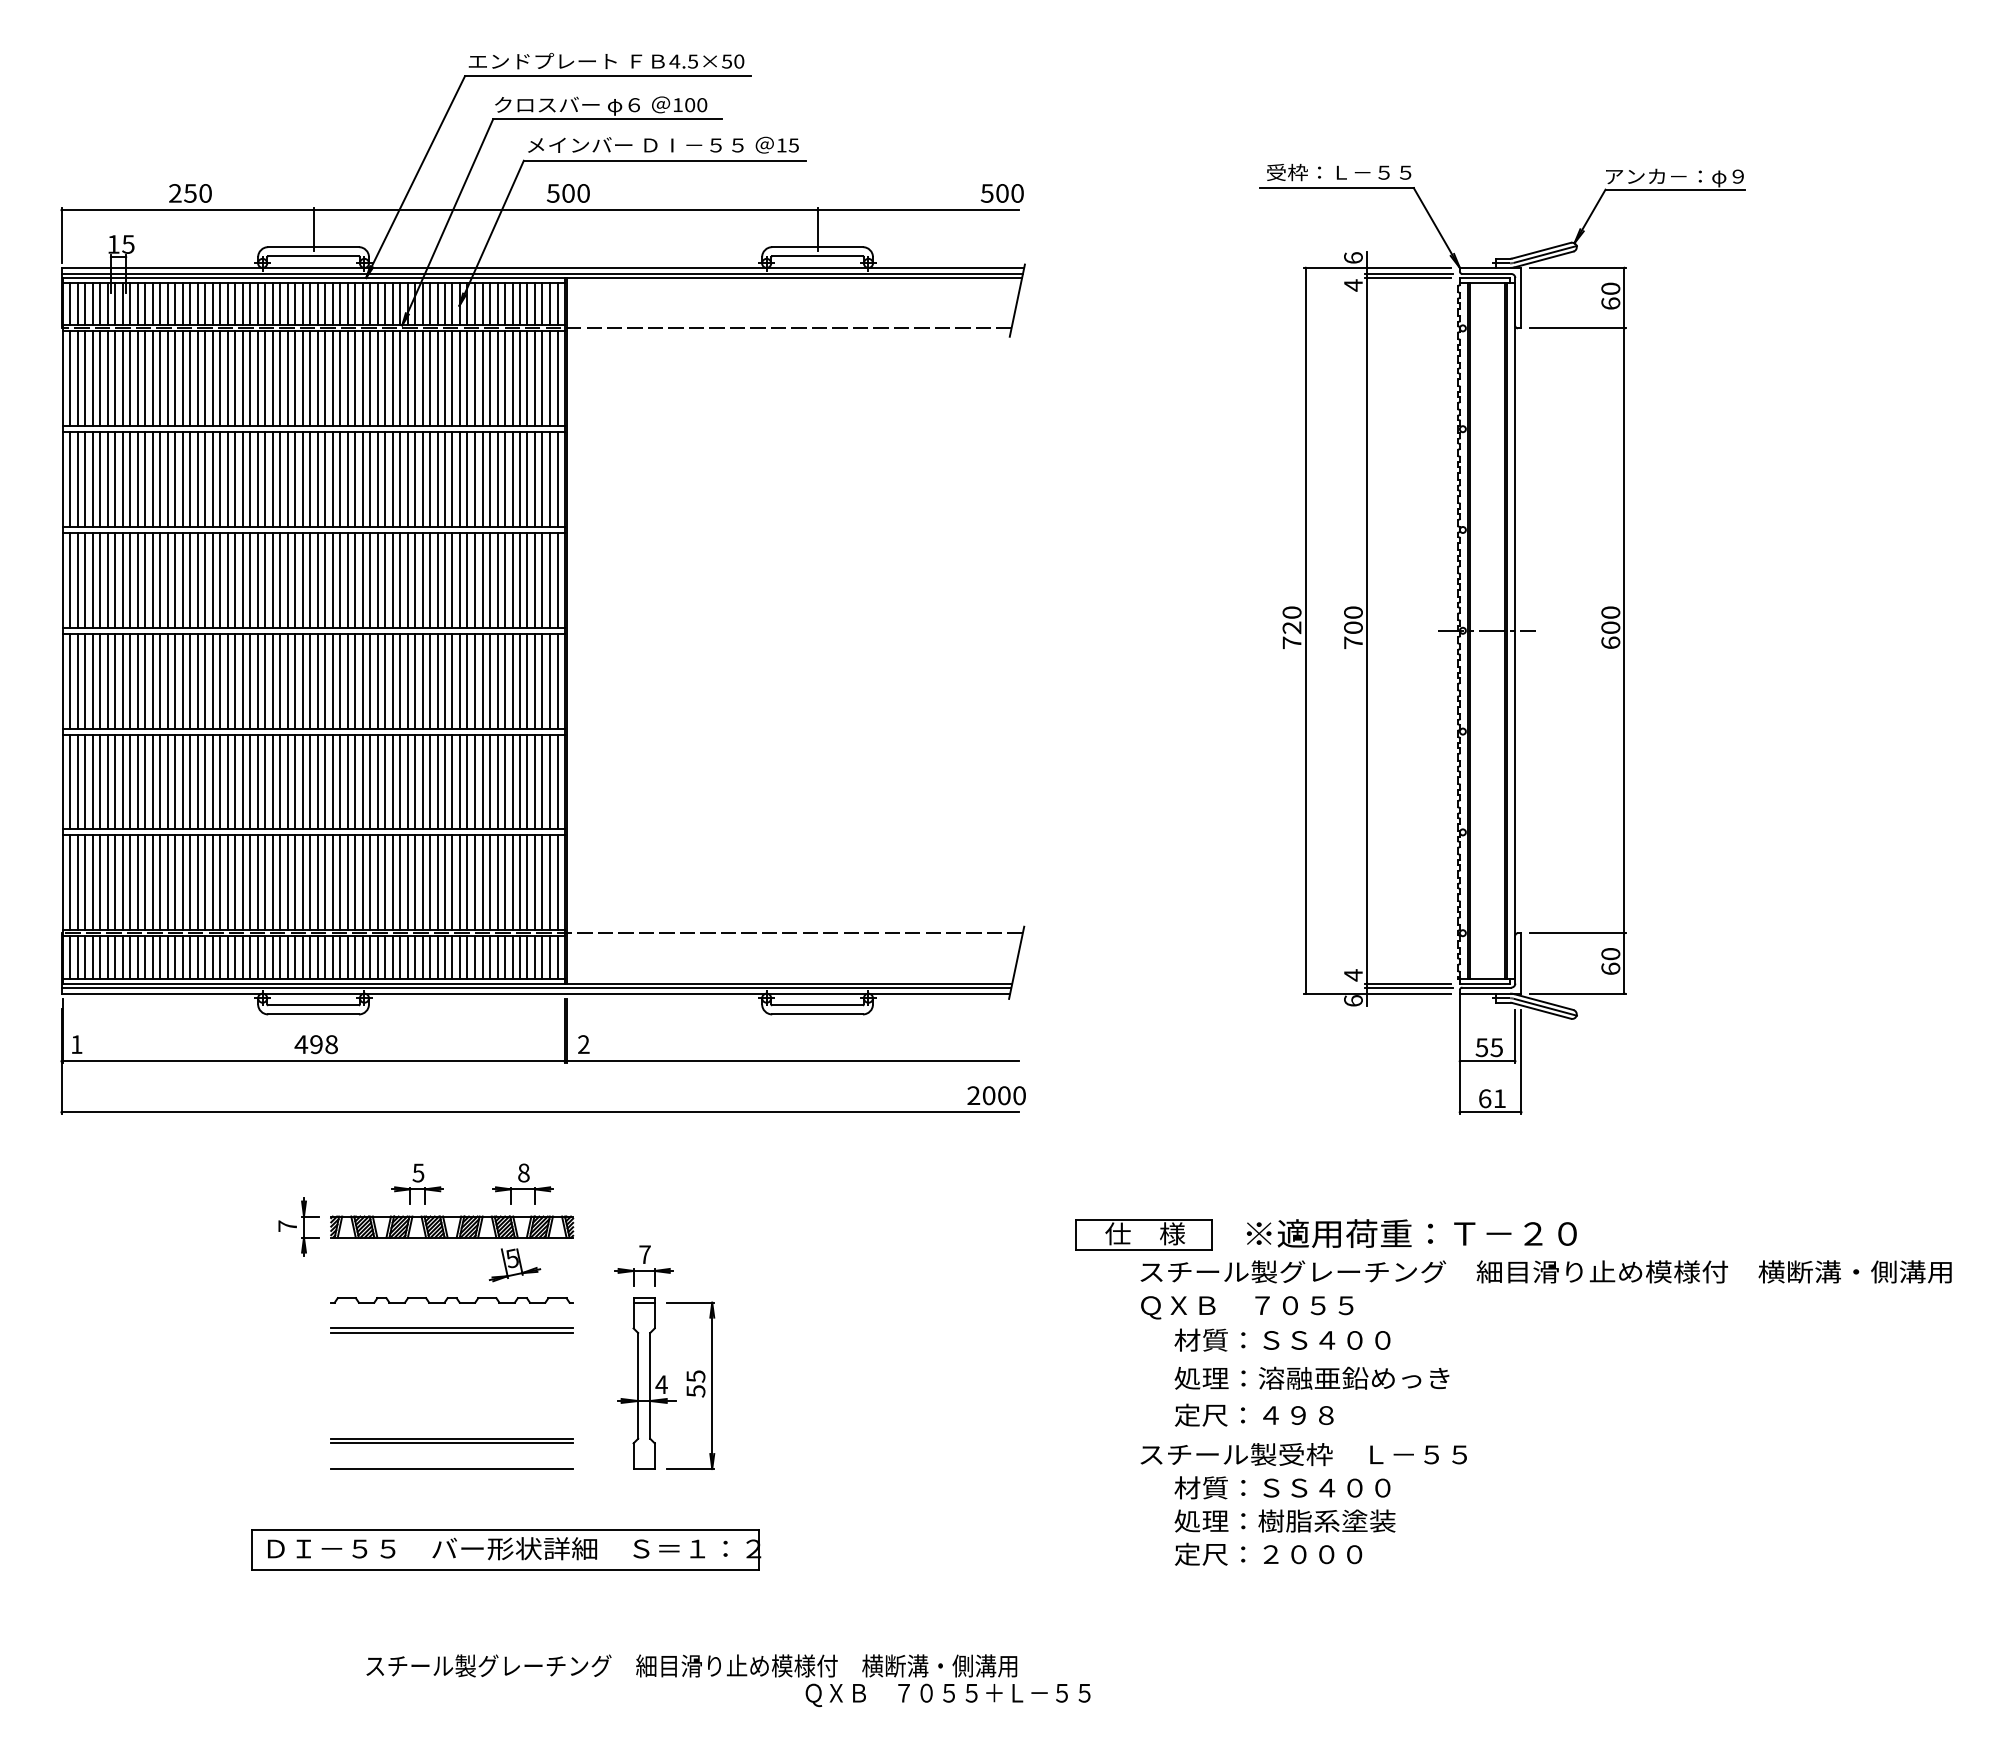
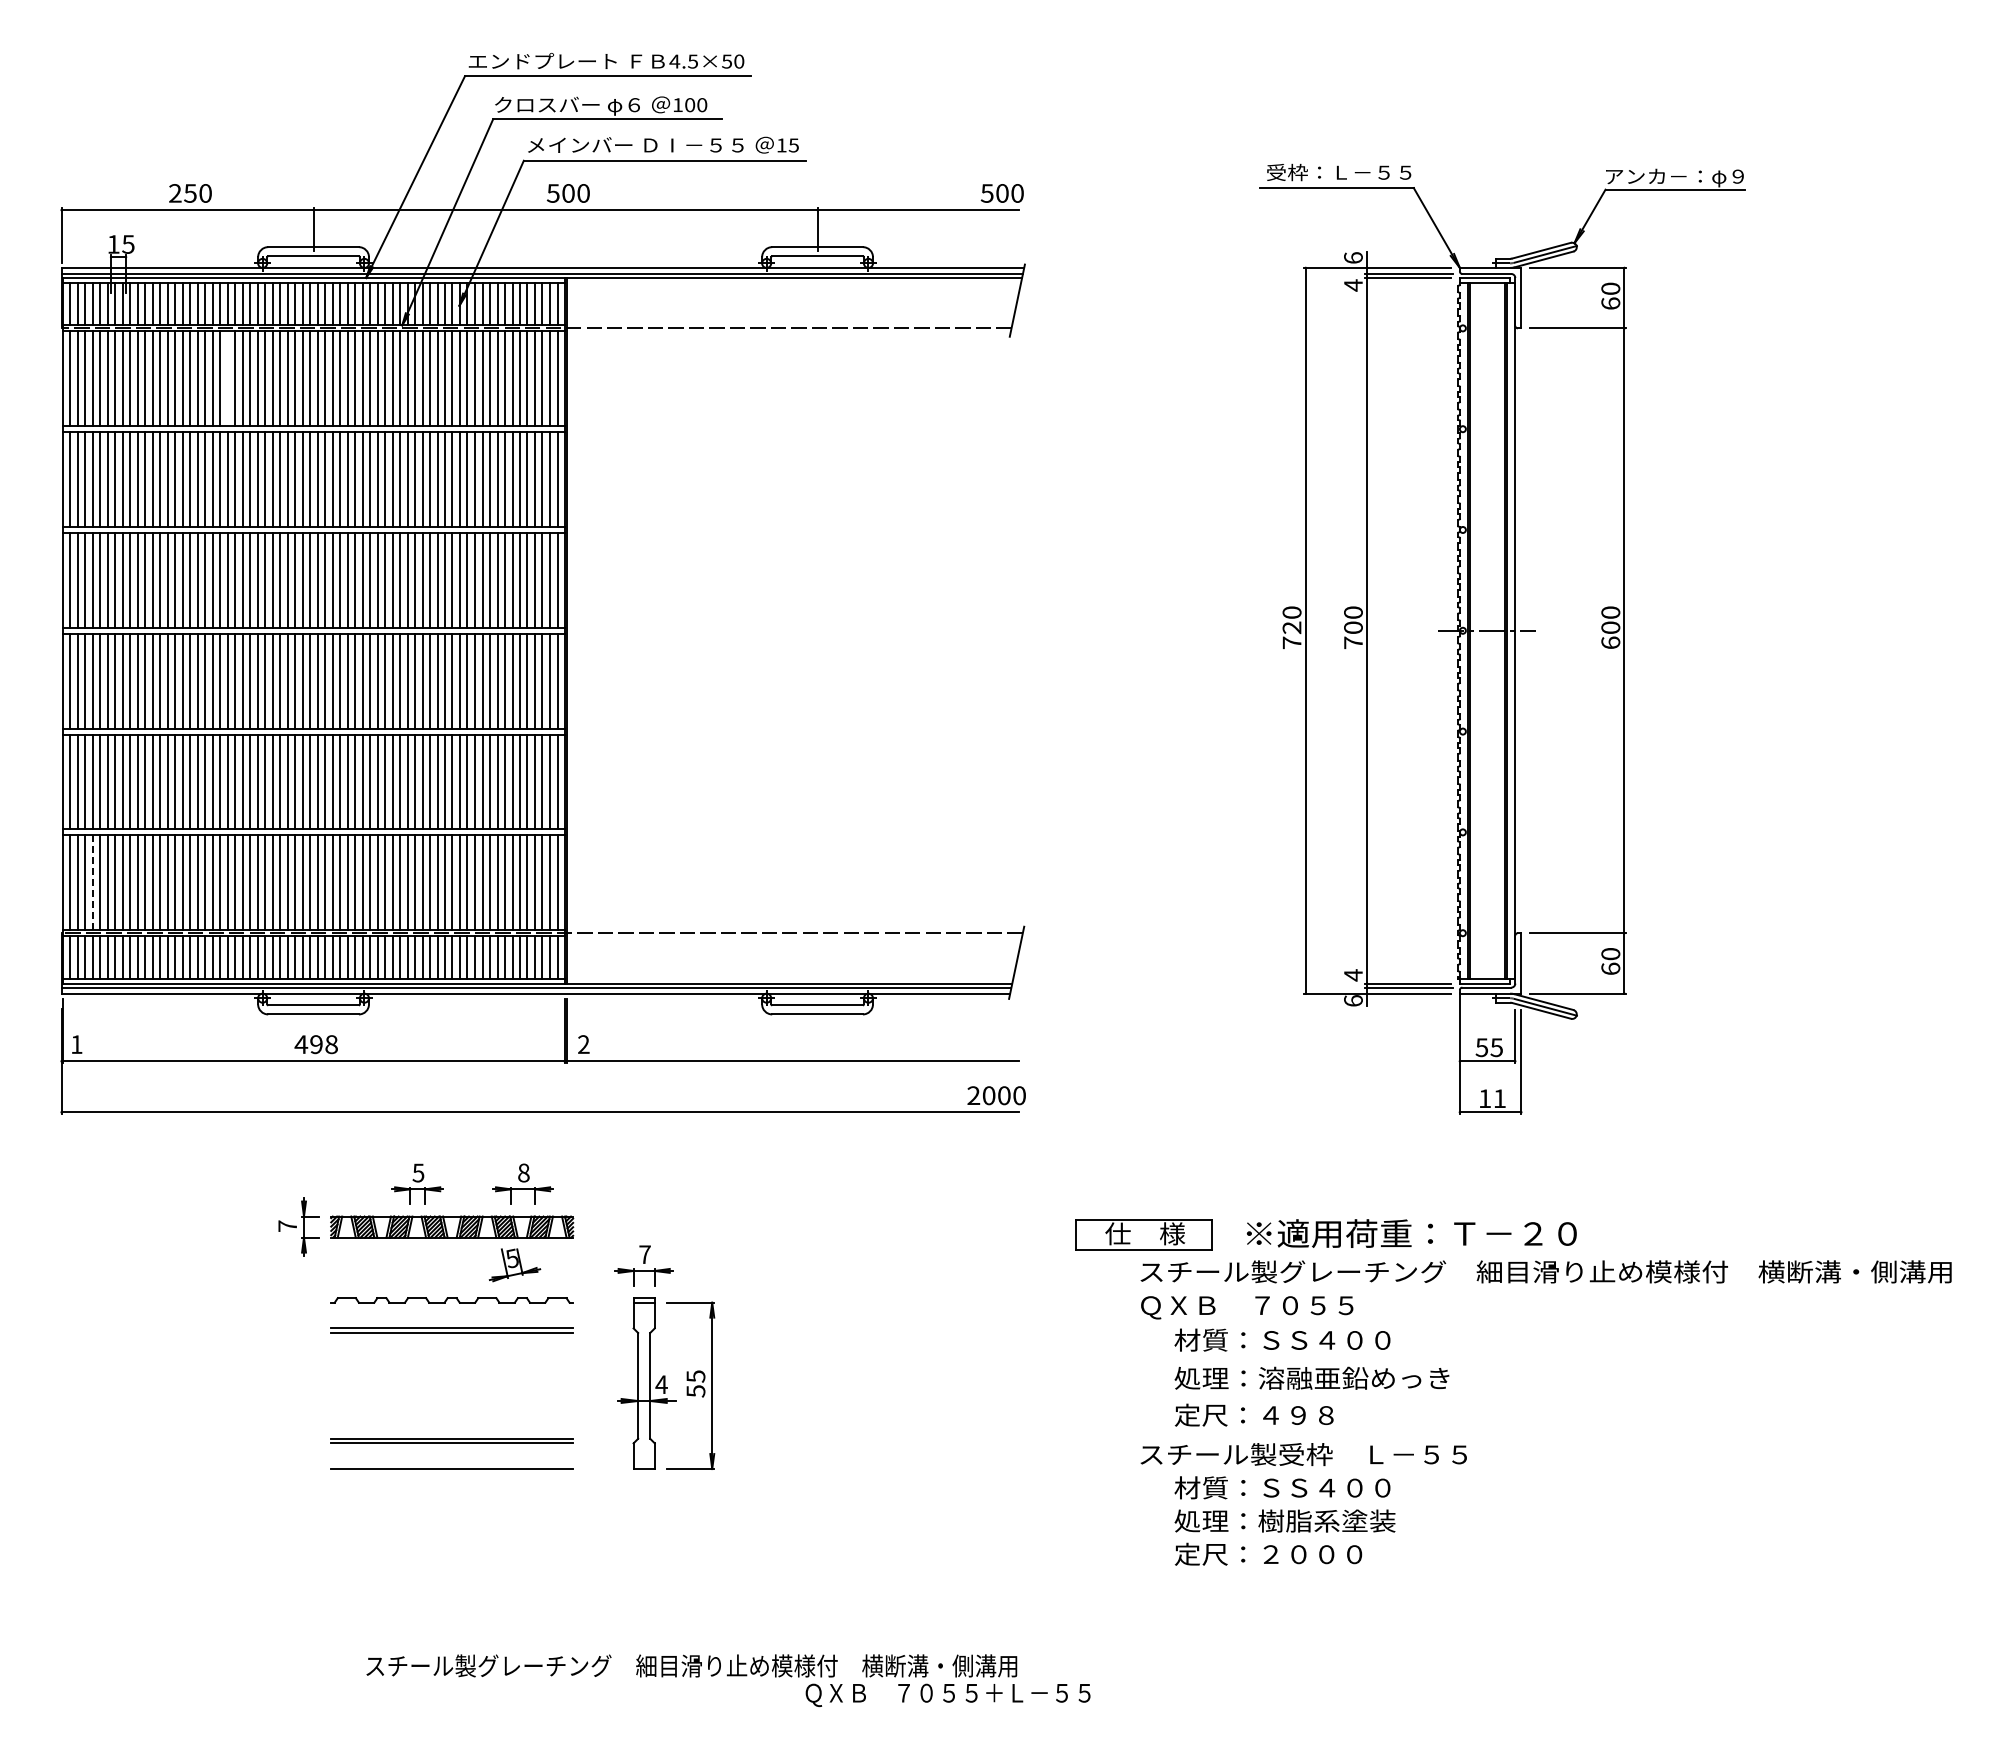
line at (227, 378): present -> none
line at (92, 882): solid -> dashed
text at (1485, 1098): 61 -> 11
part at (506, 1549): present -> none
